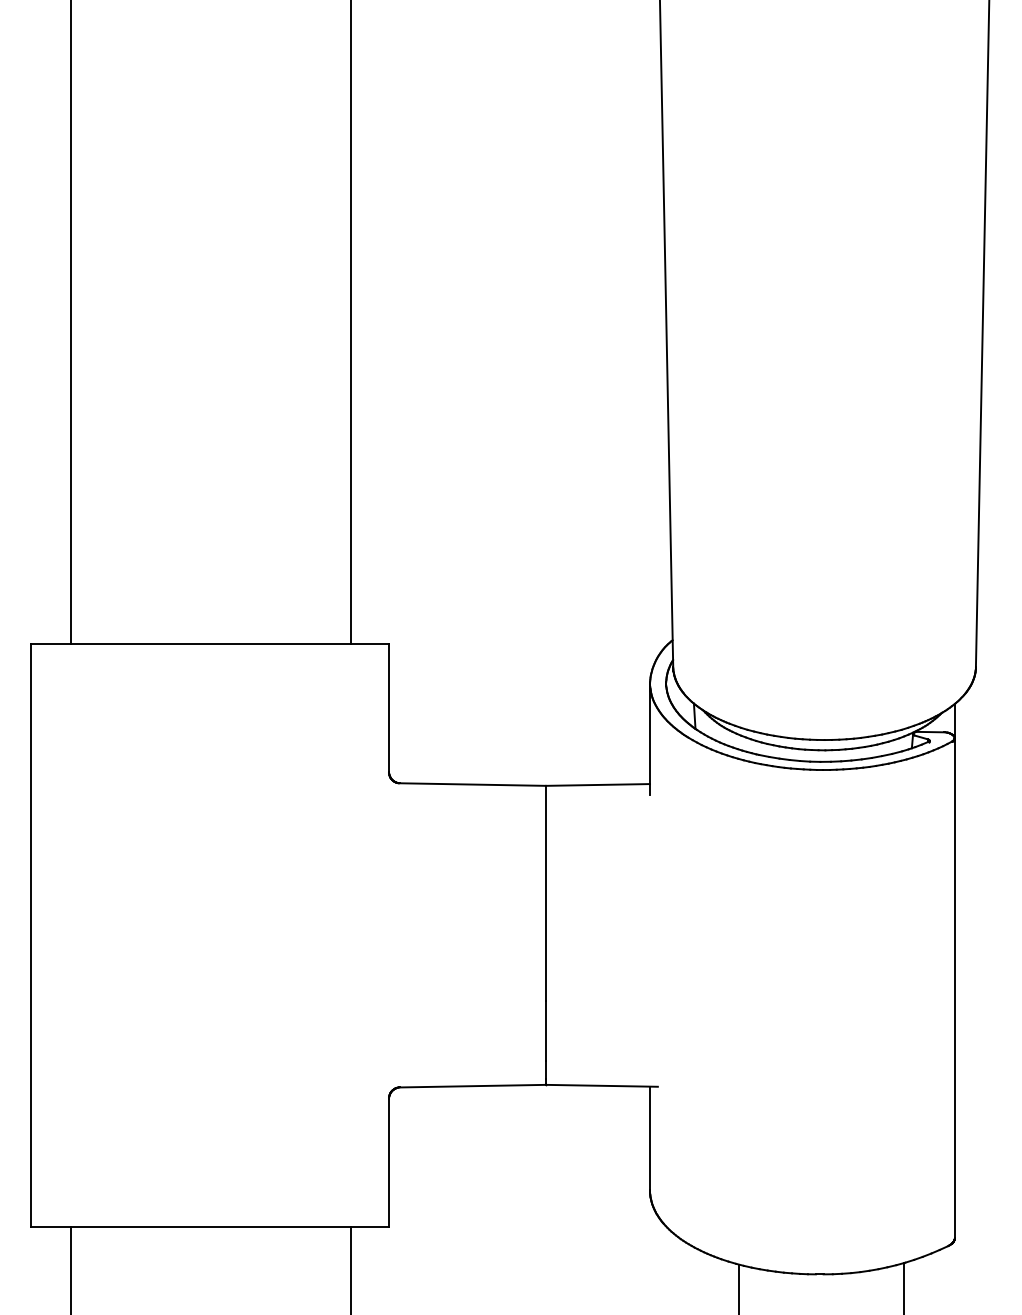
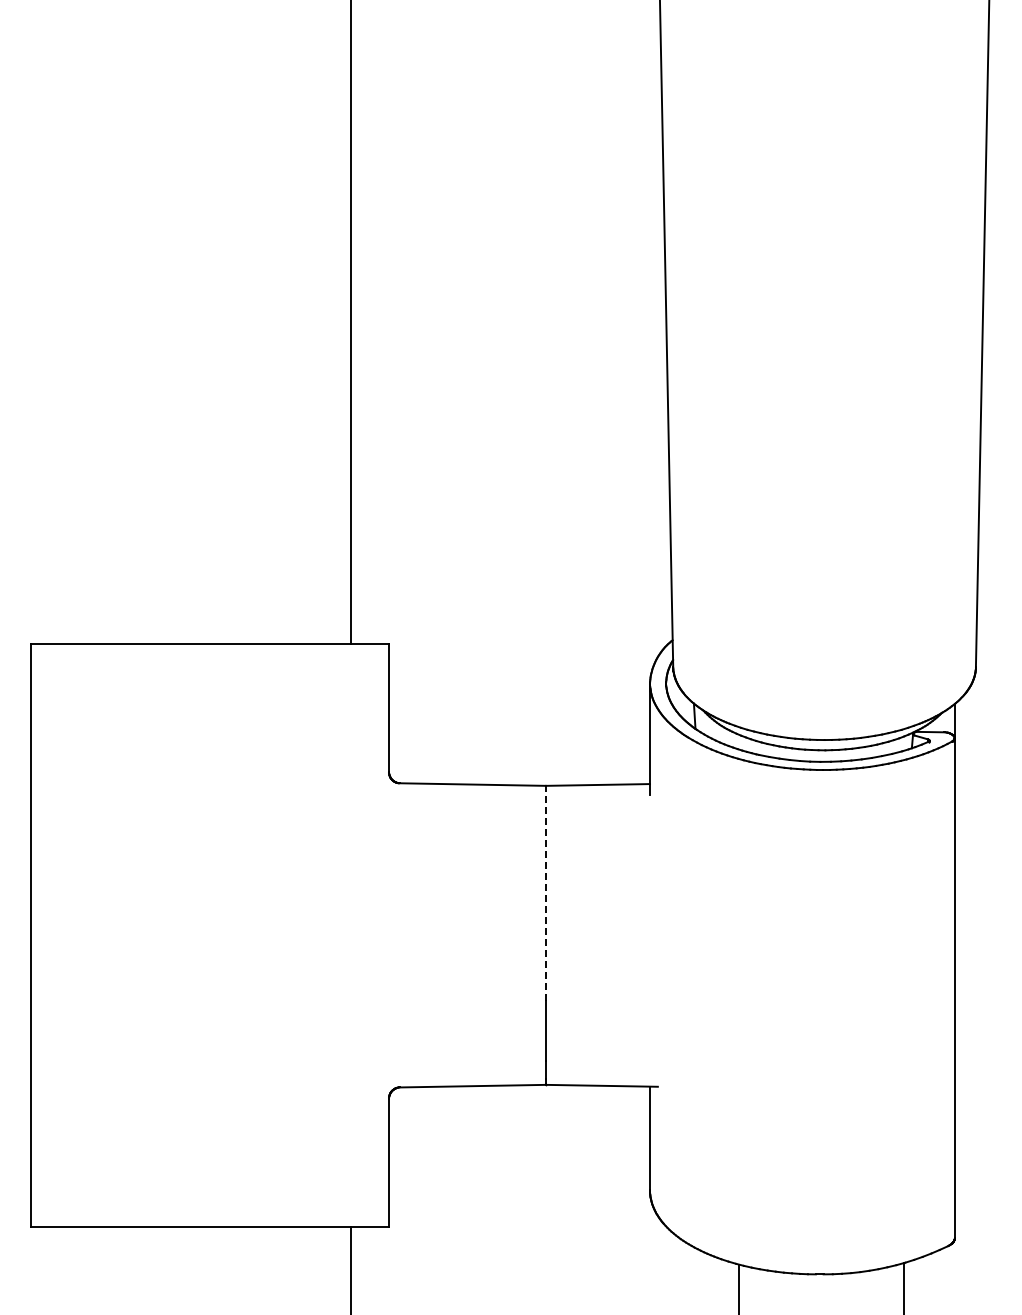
line at (71, 323): present -> none
line at (545, 892): solid -> dashed
line at (71, 1268): present -> none
